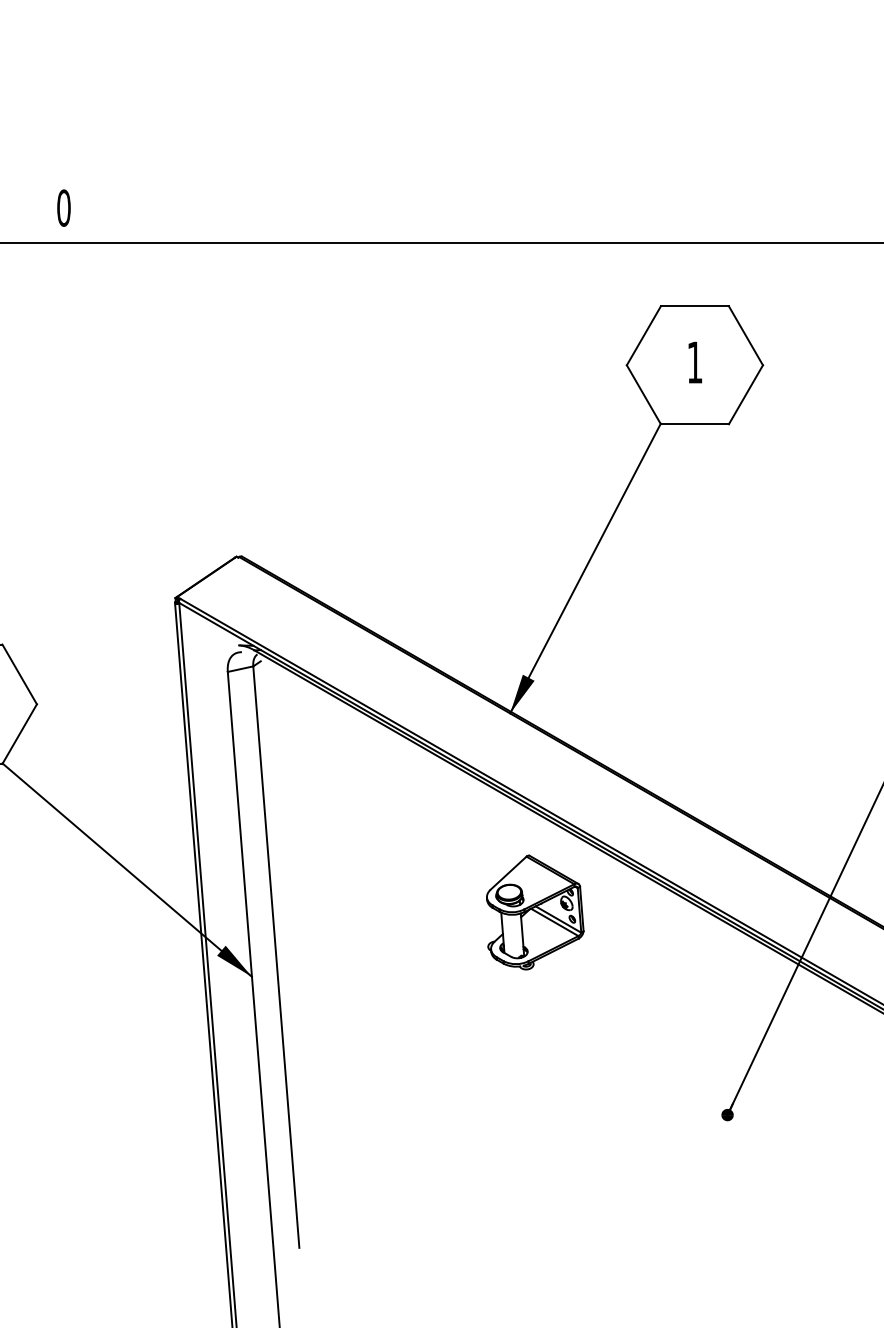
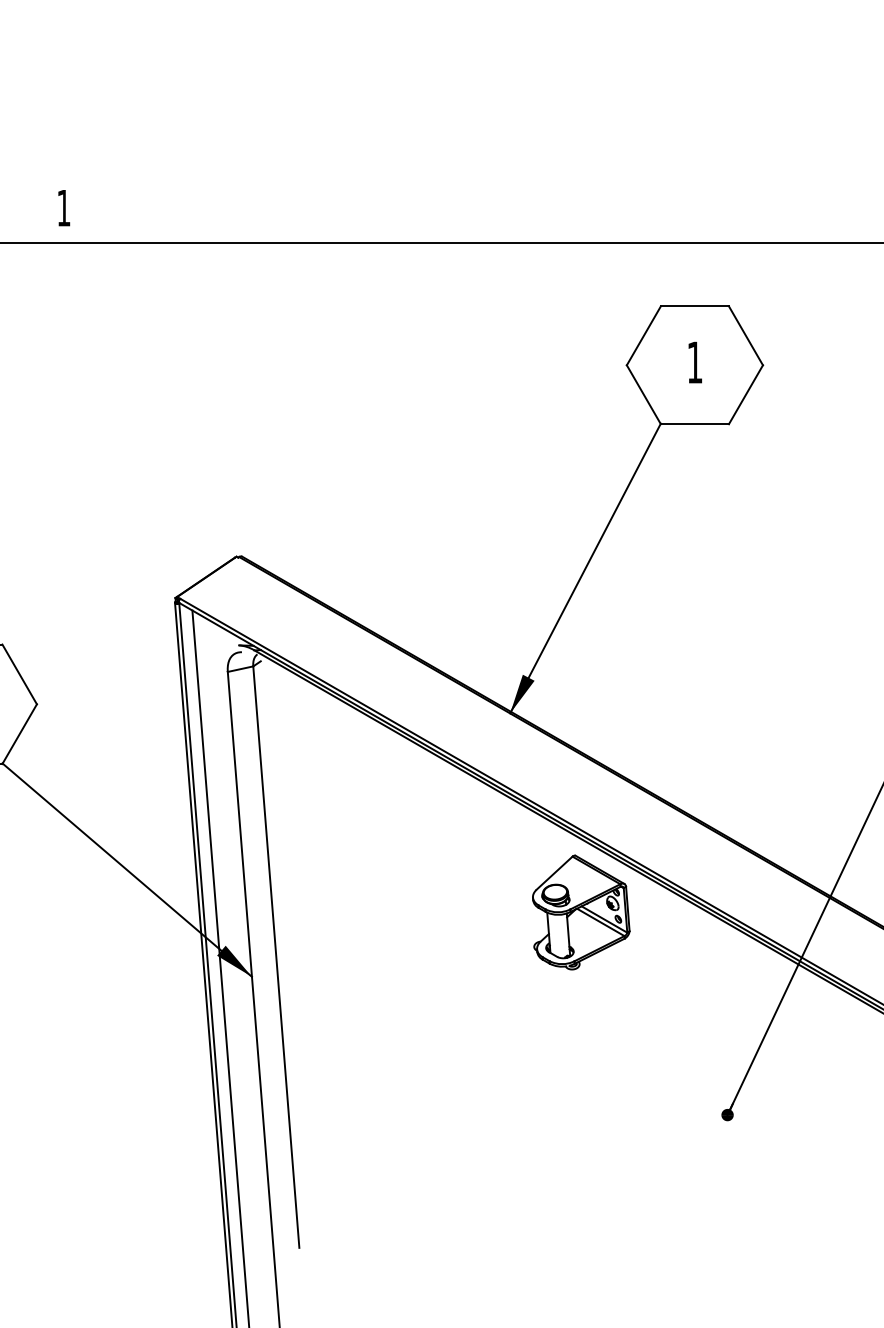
text at (63, 207): 0 -> 1
part at (535, 912) position: (535, 912) -> (581, 912)
line at (220, 967): none -> present
